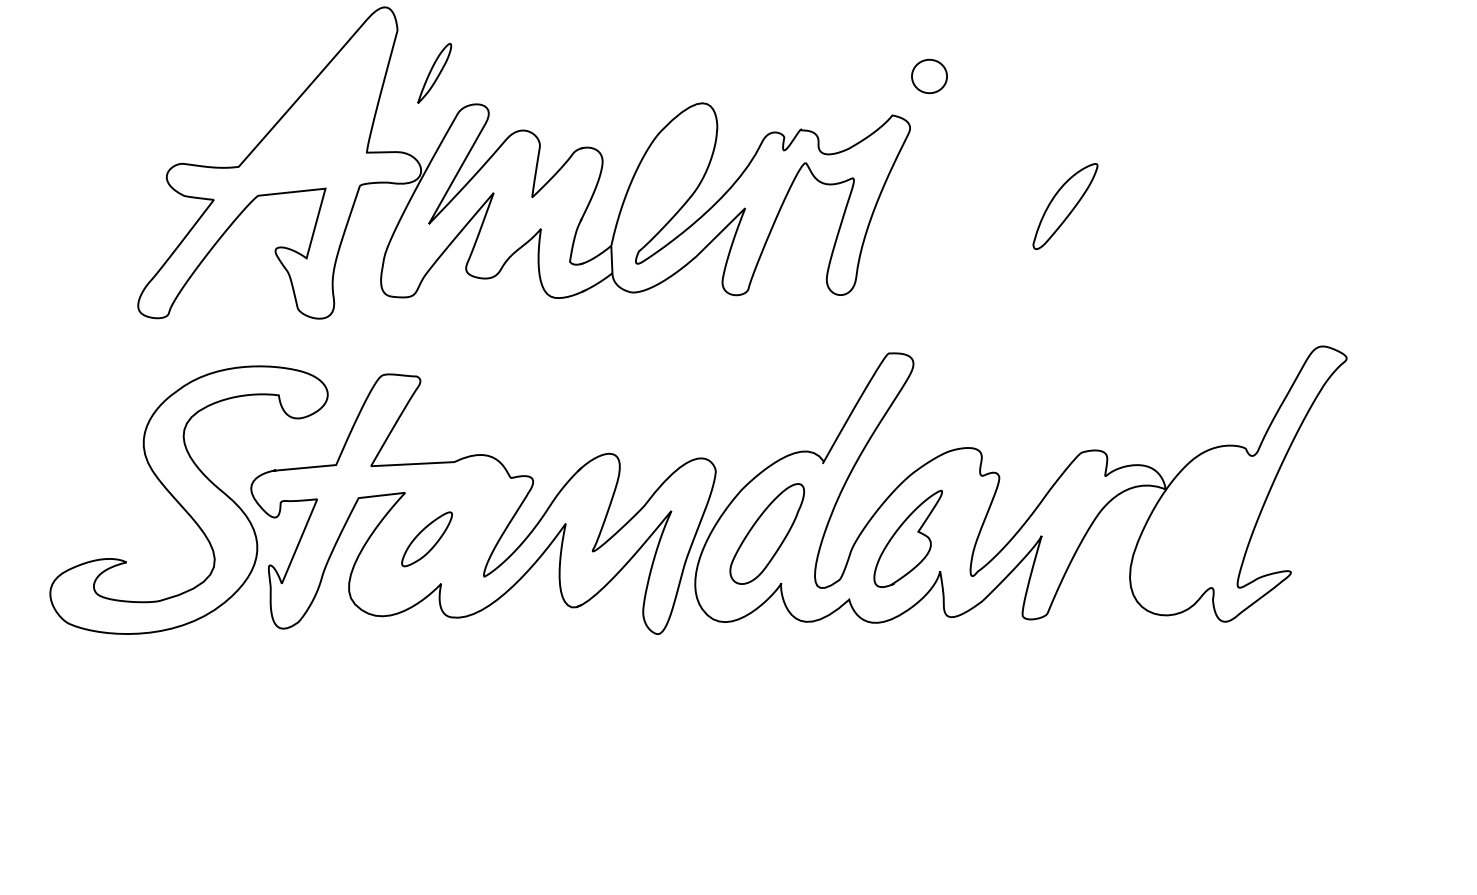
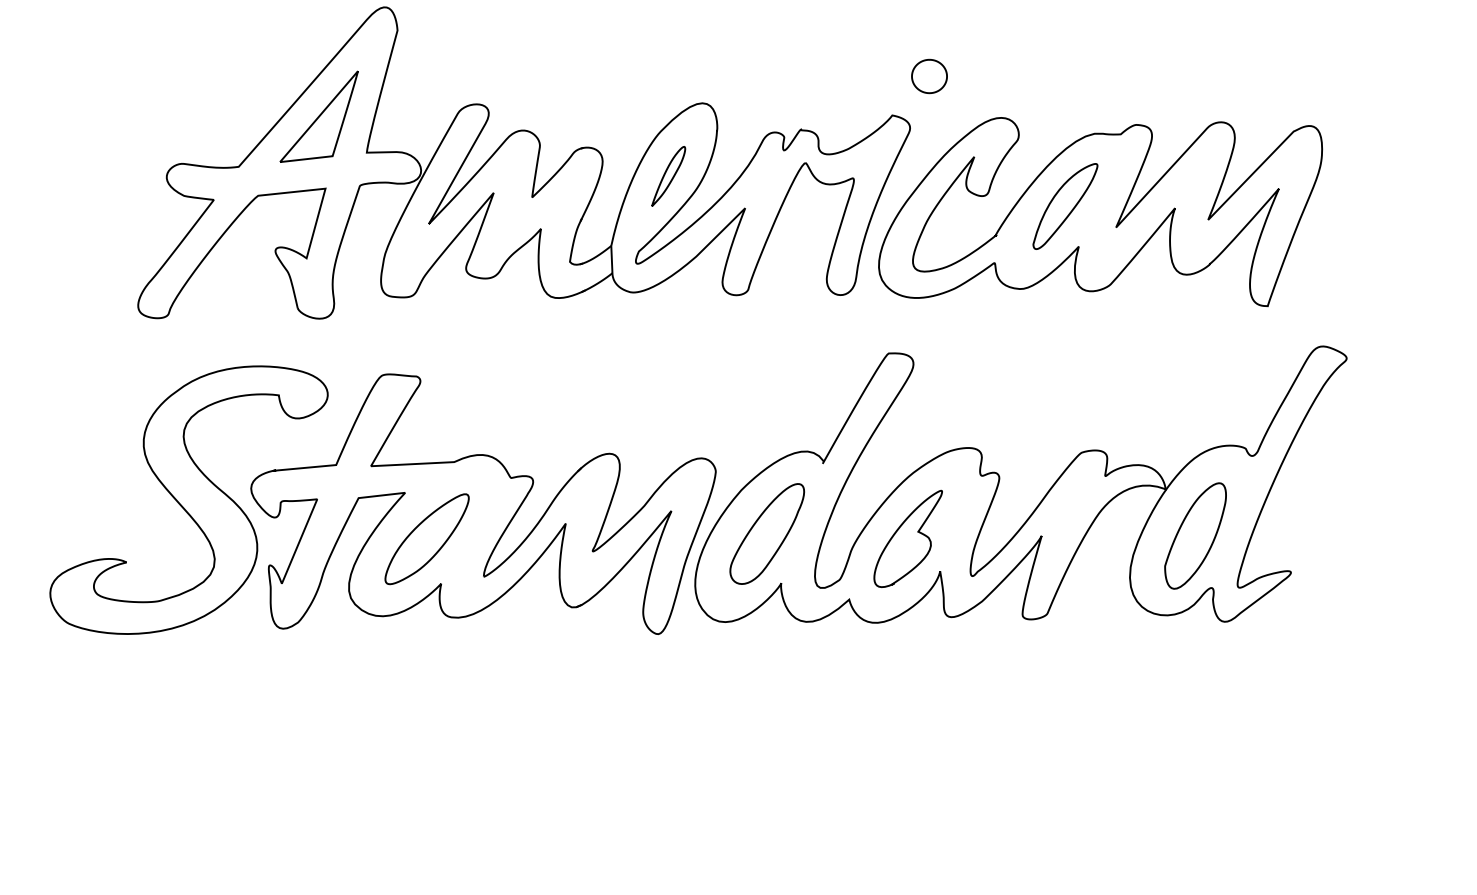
part at (434, 73) position: (434, 73) -> (668, 176)
part at (318, 116): none -> present
part at (1100, 212): none -> present
part at (1195, 535): none -> present
part at (426, 539) size: 52x57 px -> 86x93 px
